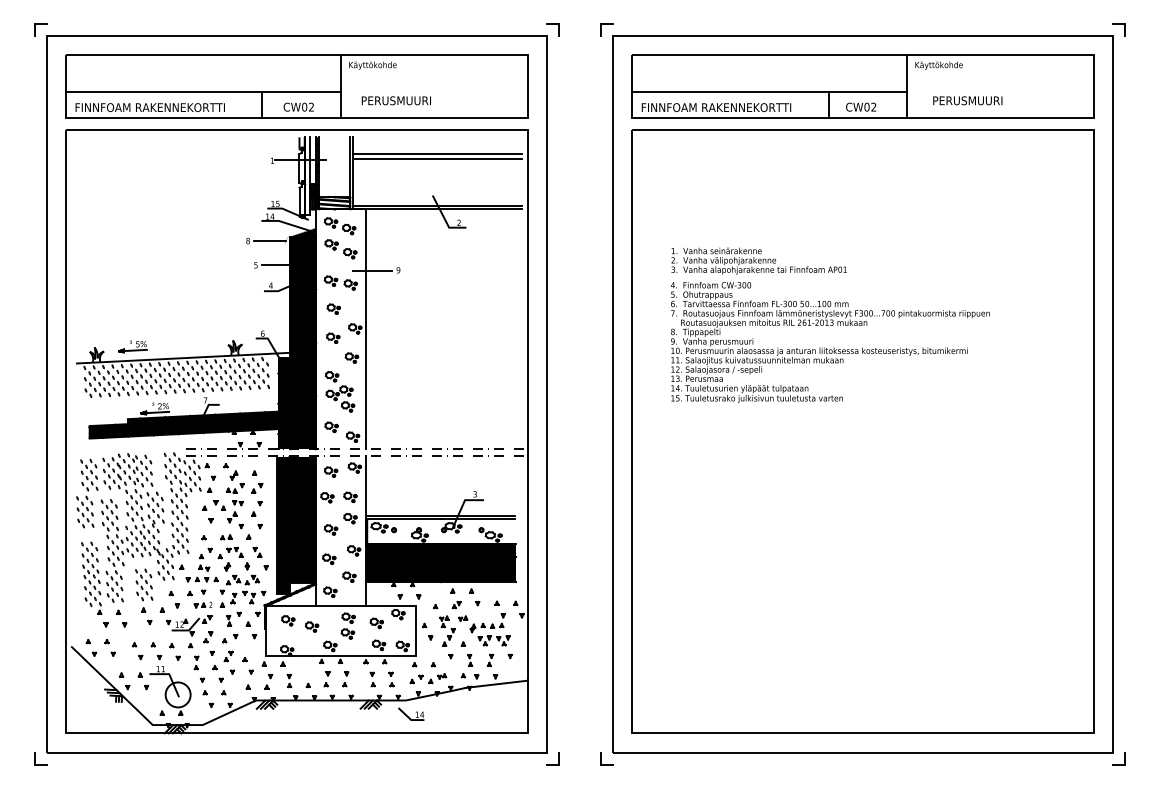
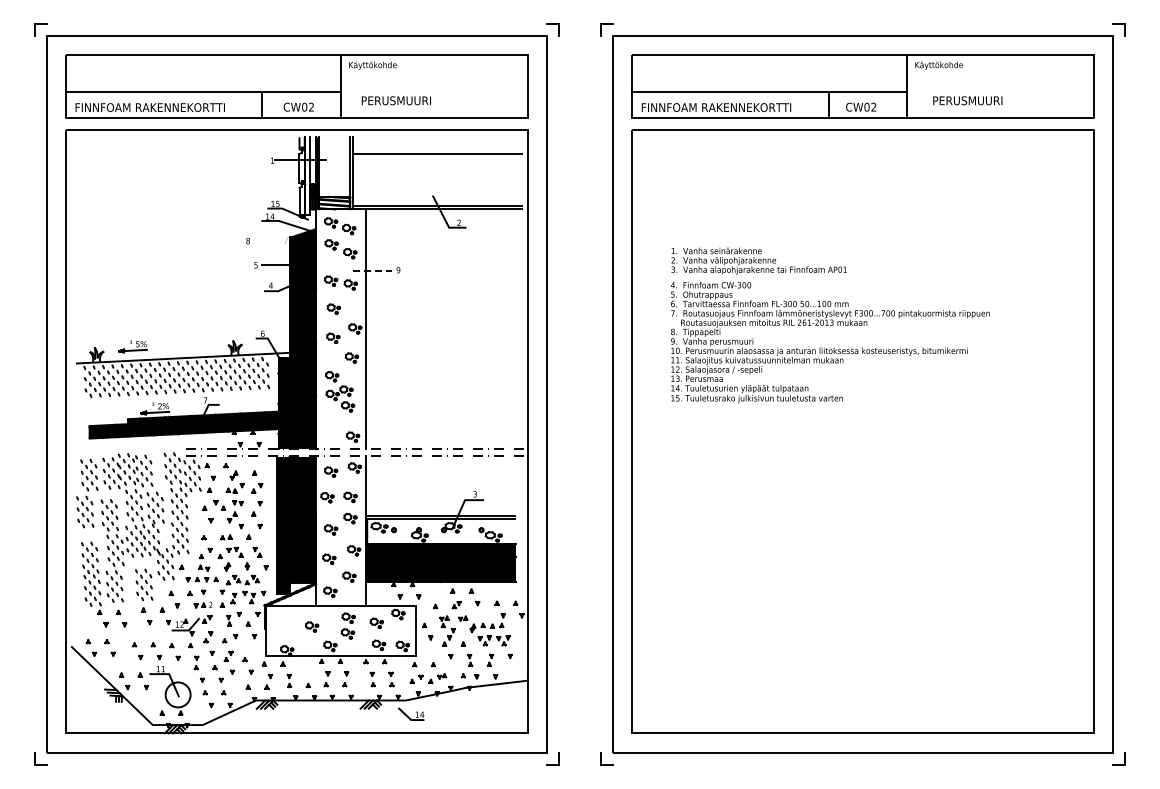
line at (437, 159): present -> none
line at (269, 241): present -> none
line at (372, 270): solid -> dashed
part at (331, 426): present -> none
part at (288, 620): present -> none
